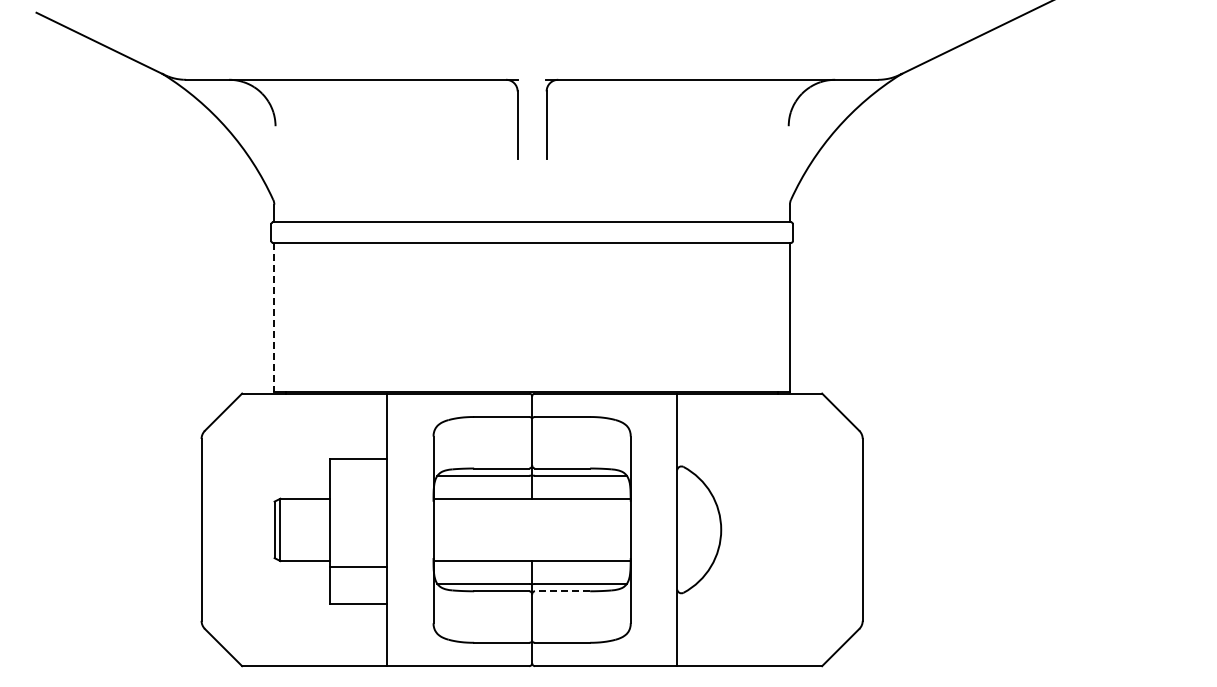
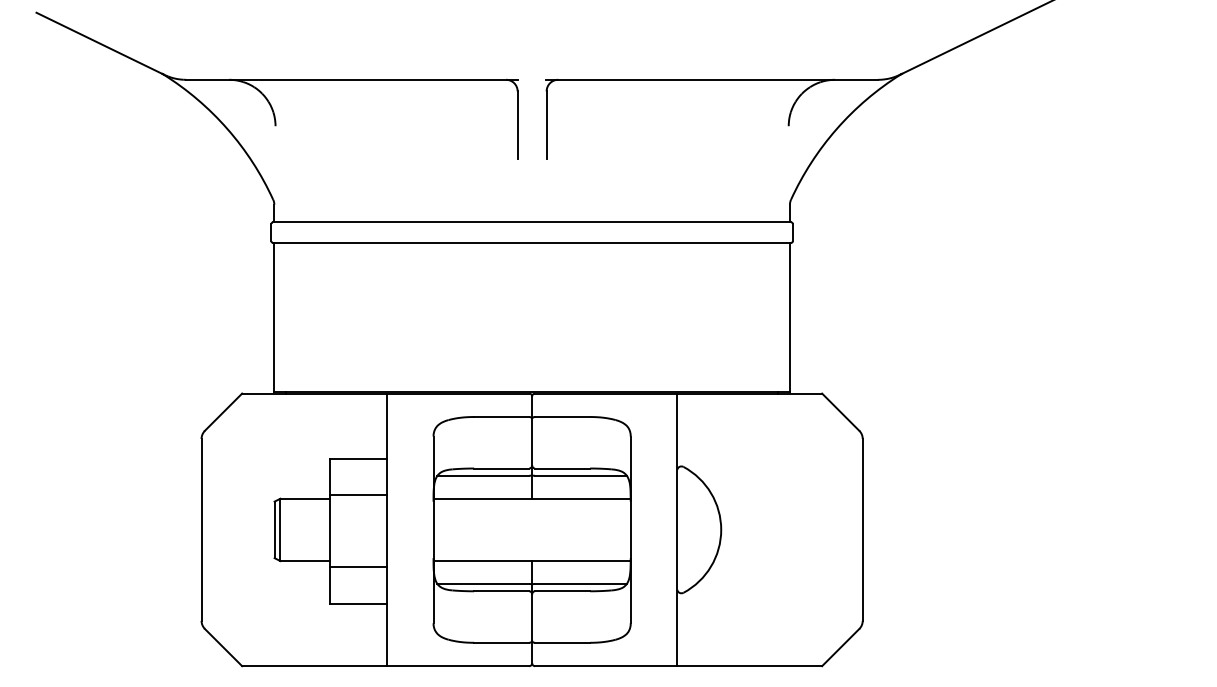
line at (274, 317): dashed -> solid
line at (358, 494): none -> present
line at (562, 591): dashed -> solid
